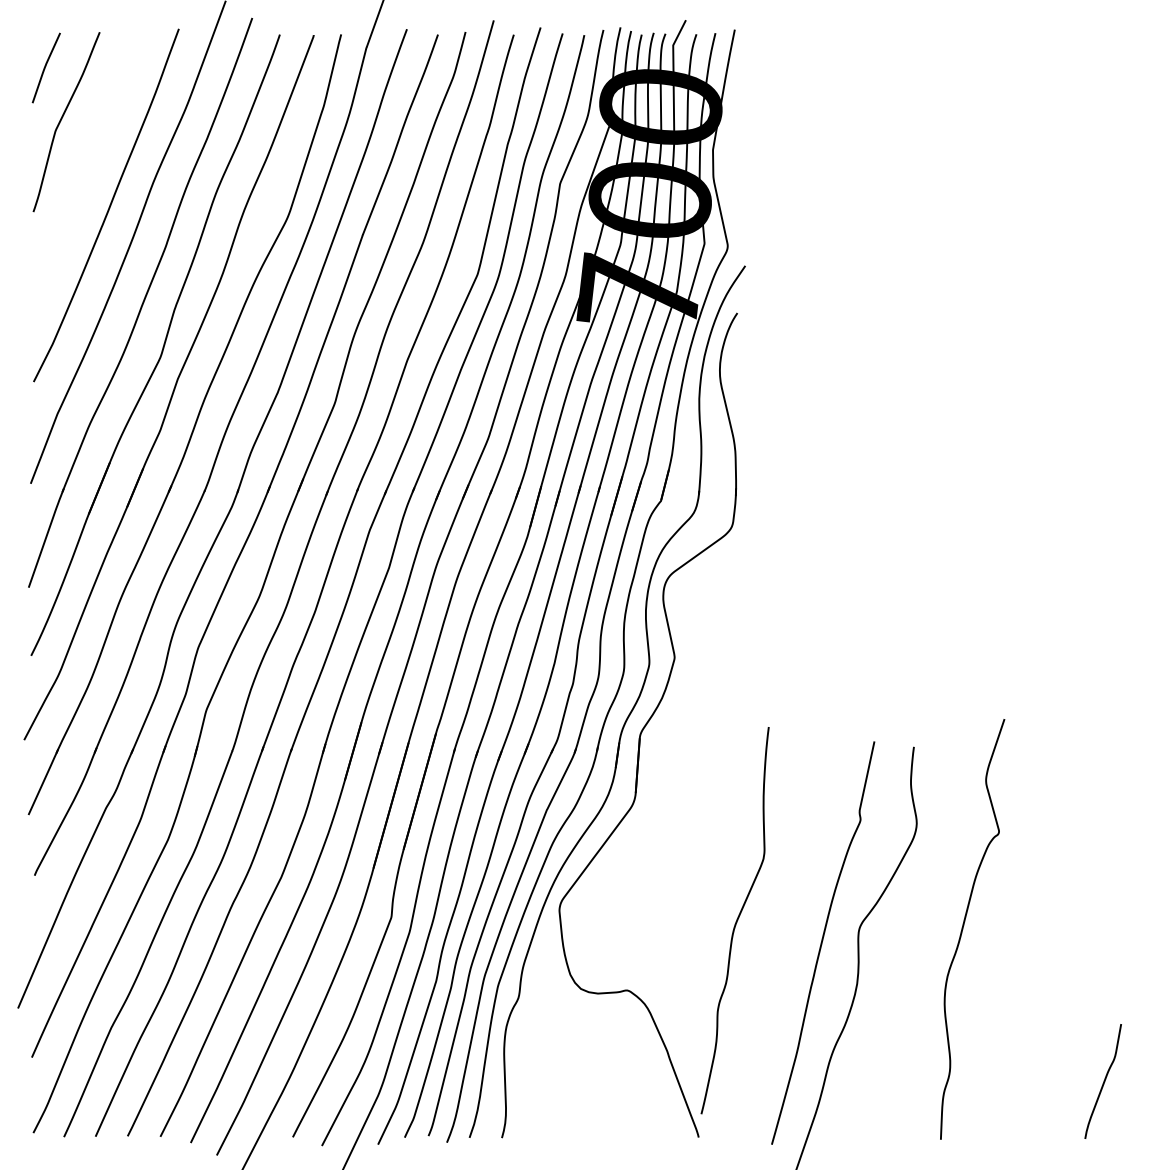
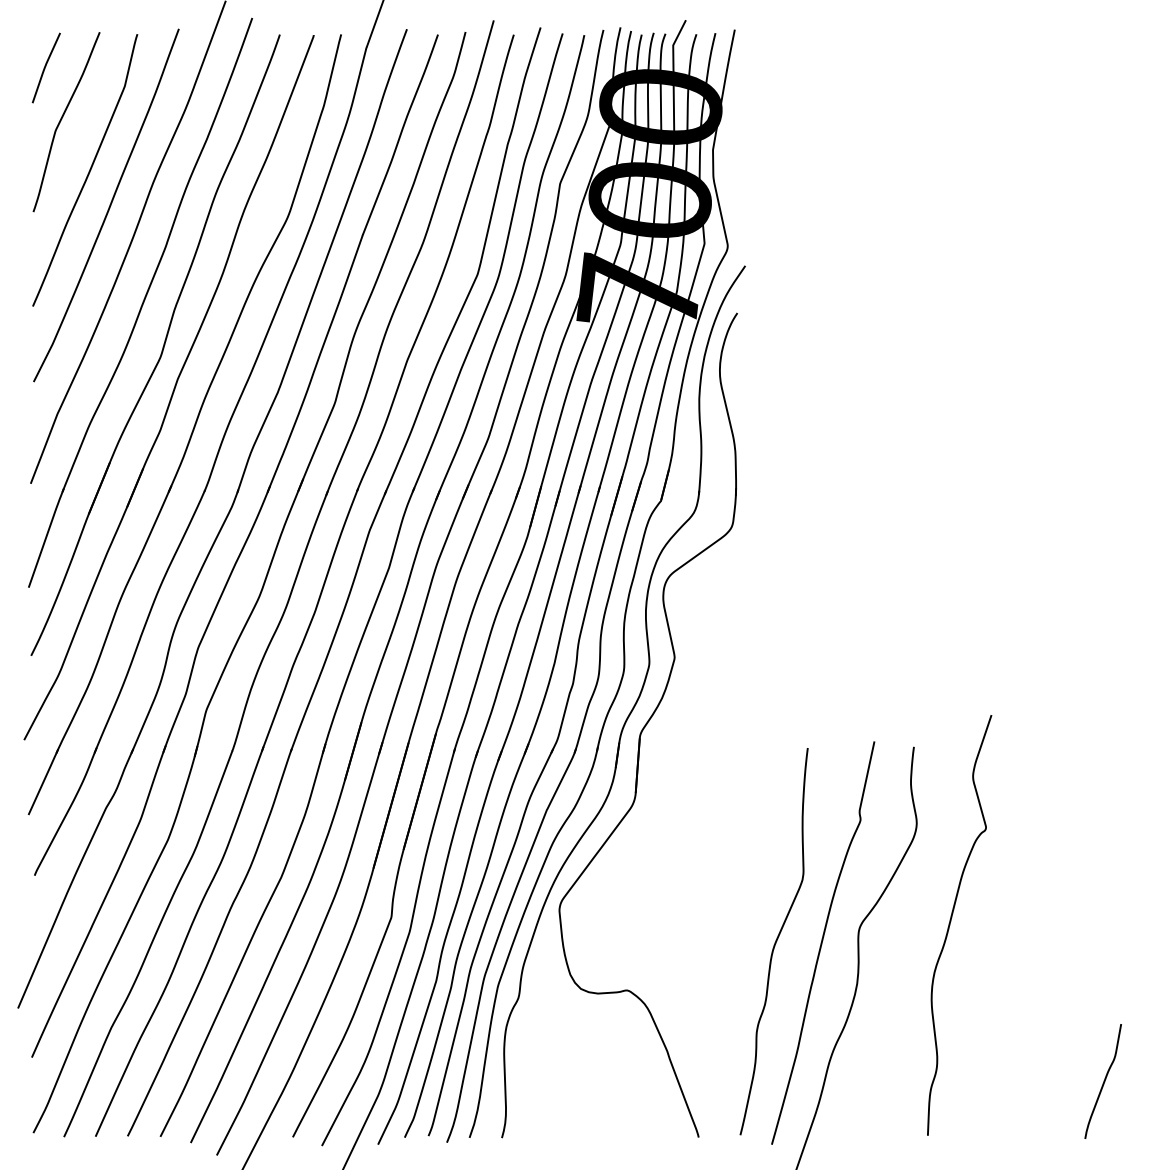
curve at (88, 171): none -> present
curve at (735, 921) position: (735, 921) -> (774, 942)
curve at (964, 925) position: (964, 925) -> (951, 921)
